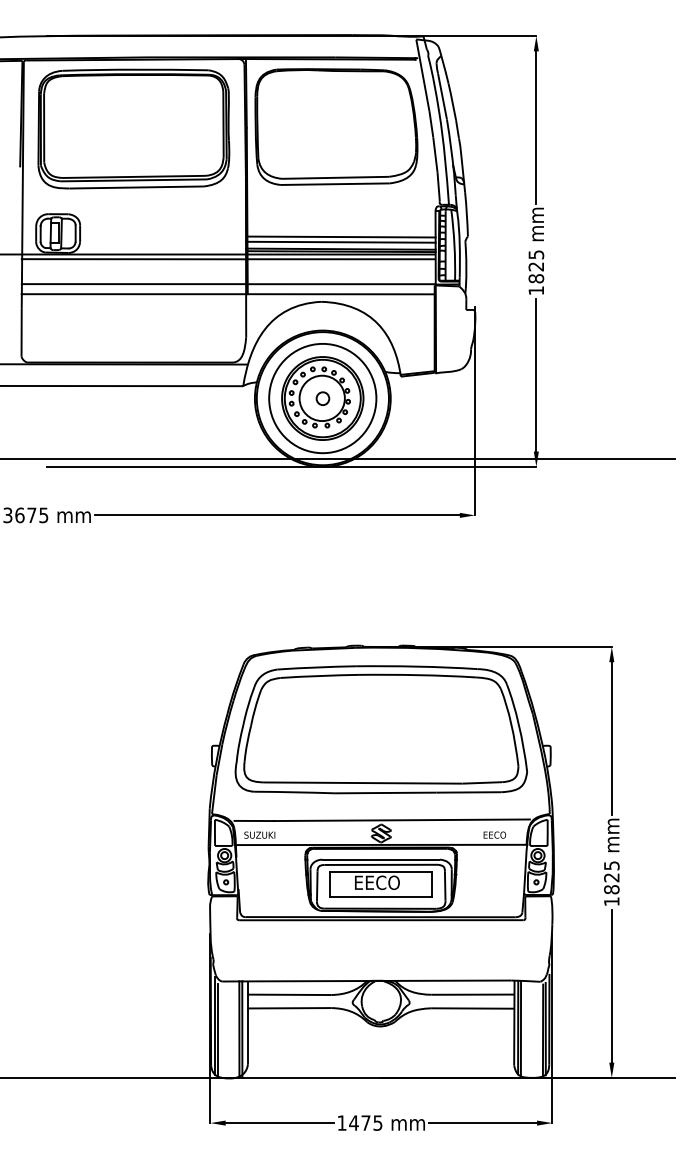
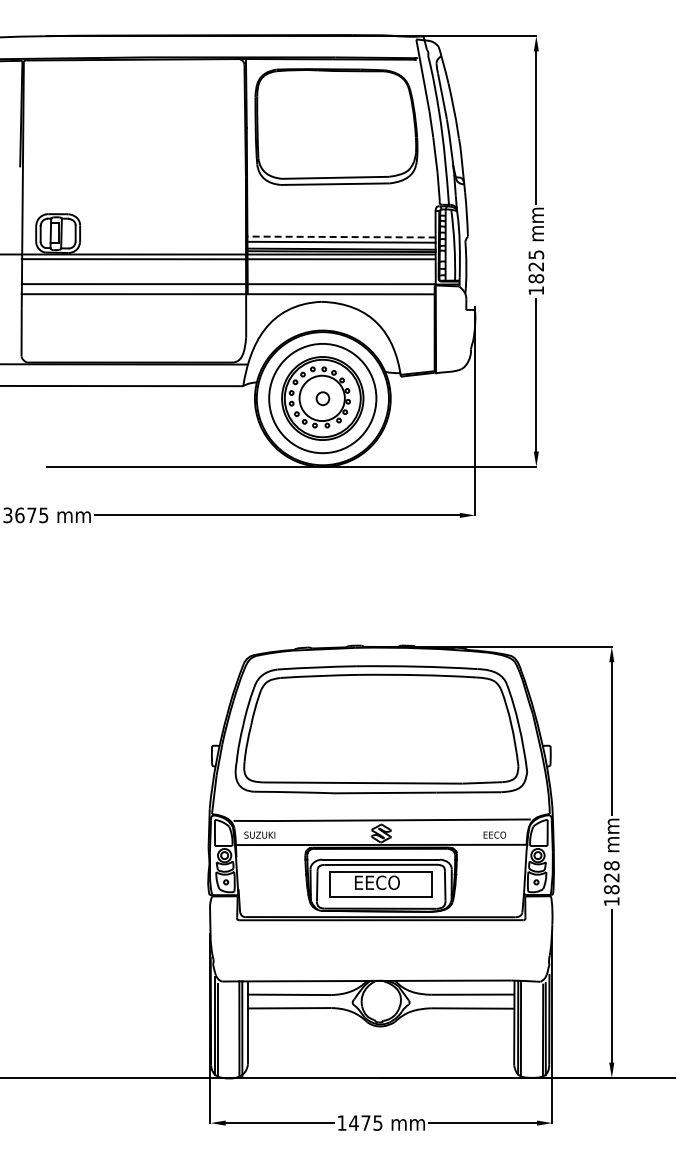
part at (133, 128): present -> none
line at (341, 237): solid -> dashed
line at (338, 458): present -> none
text at (611, 865): 1825 -> 1828
